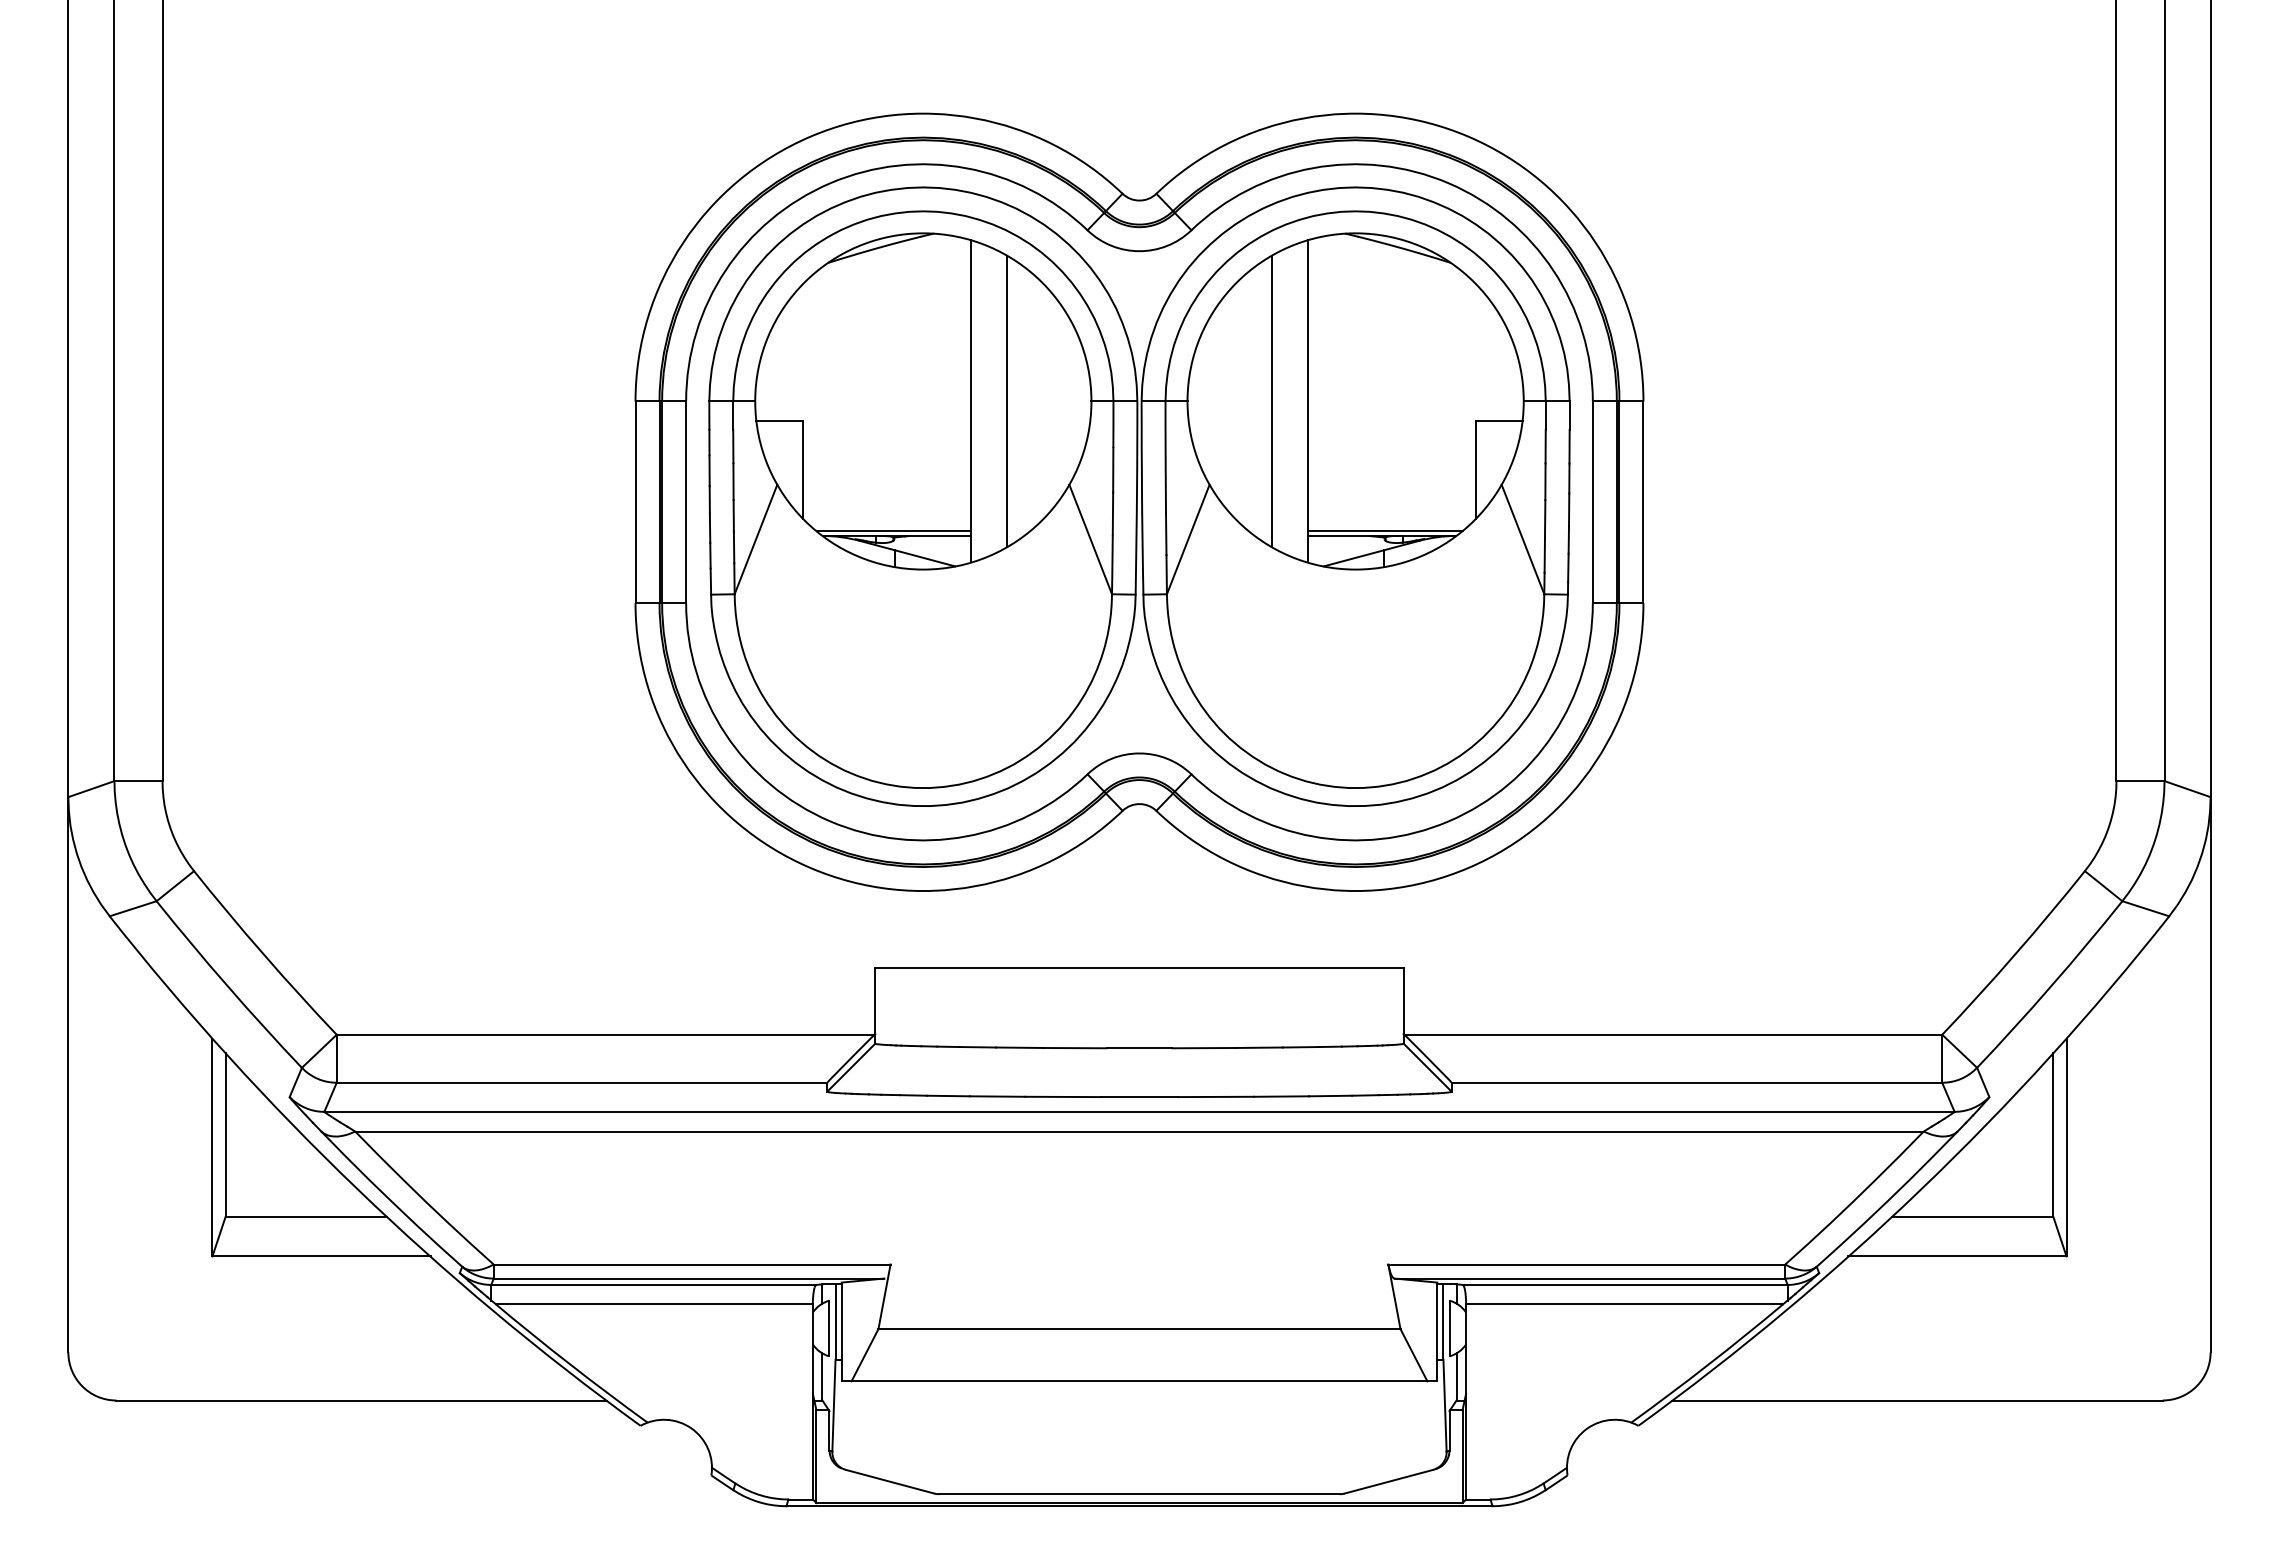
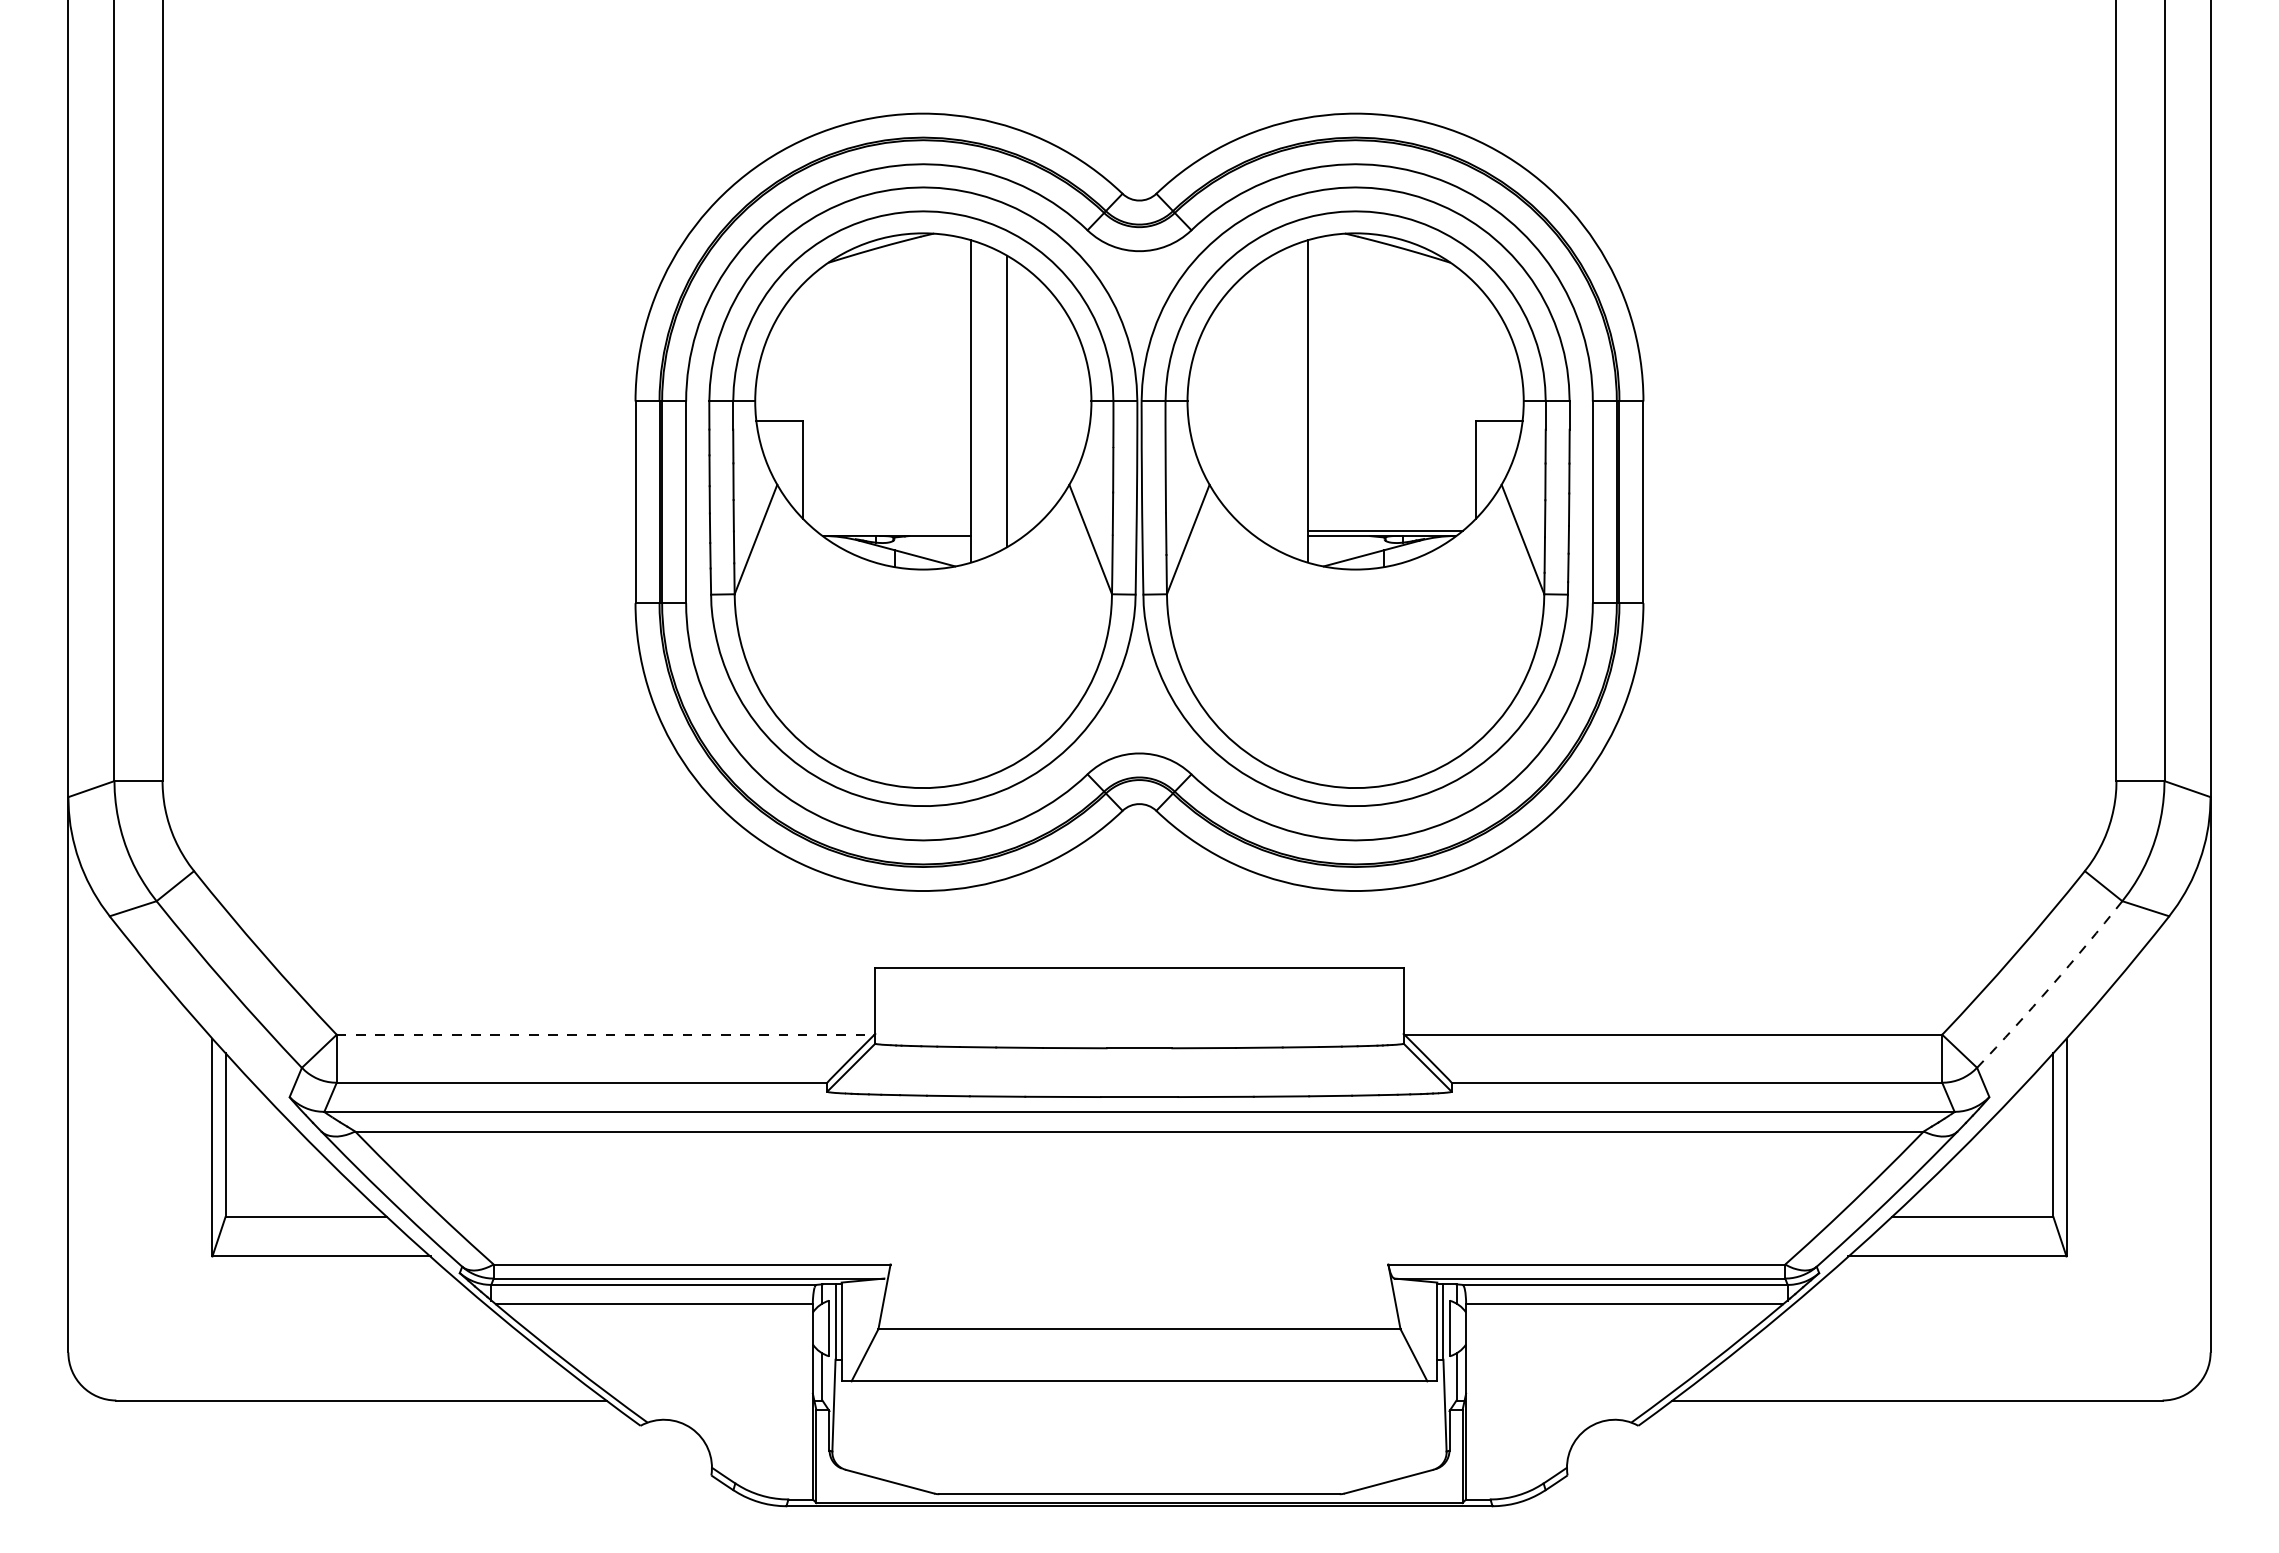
line at (1272, 401): present -> none
line at (893, 531): present -> none
arc at (2051, 986): solid -> dashed
line at (605, 1034): solid -> dashed
